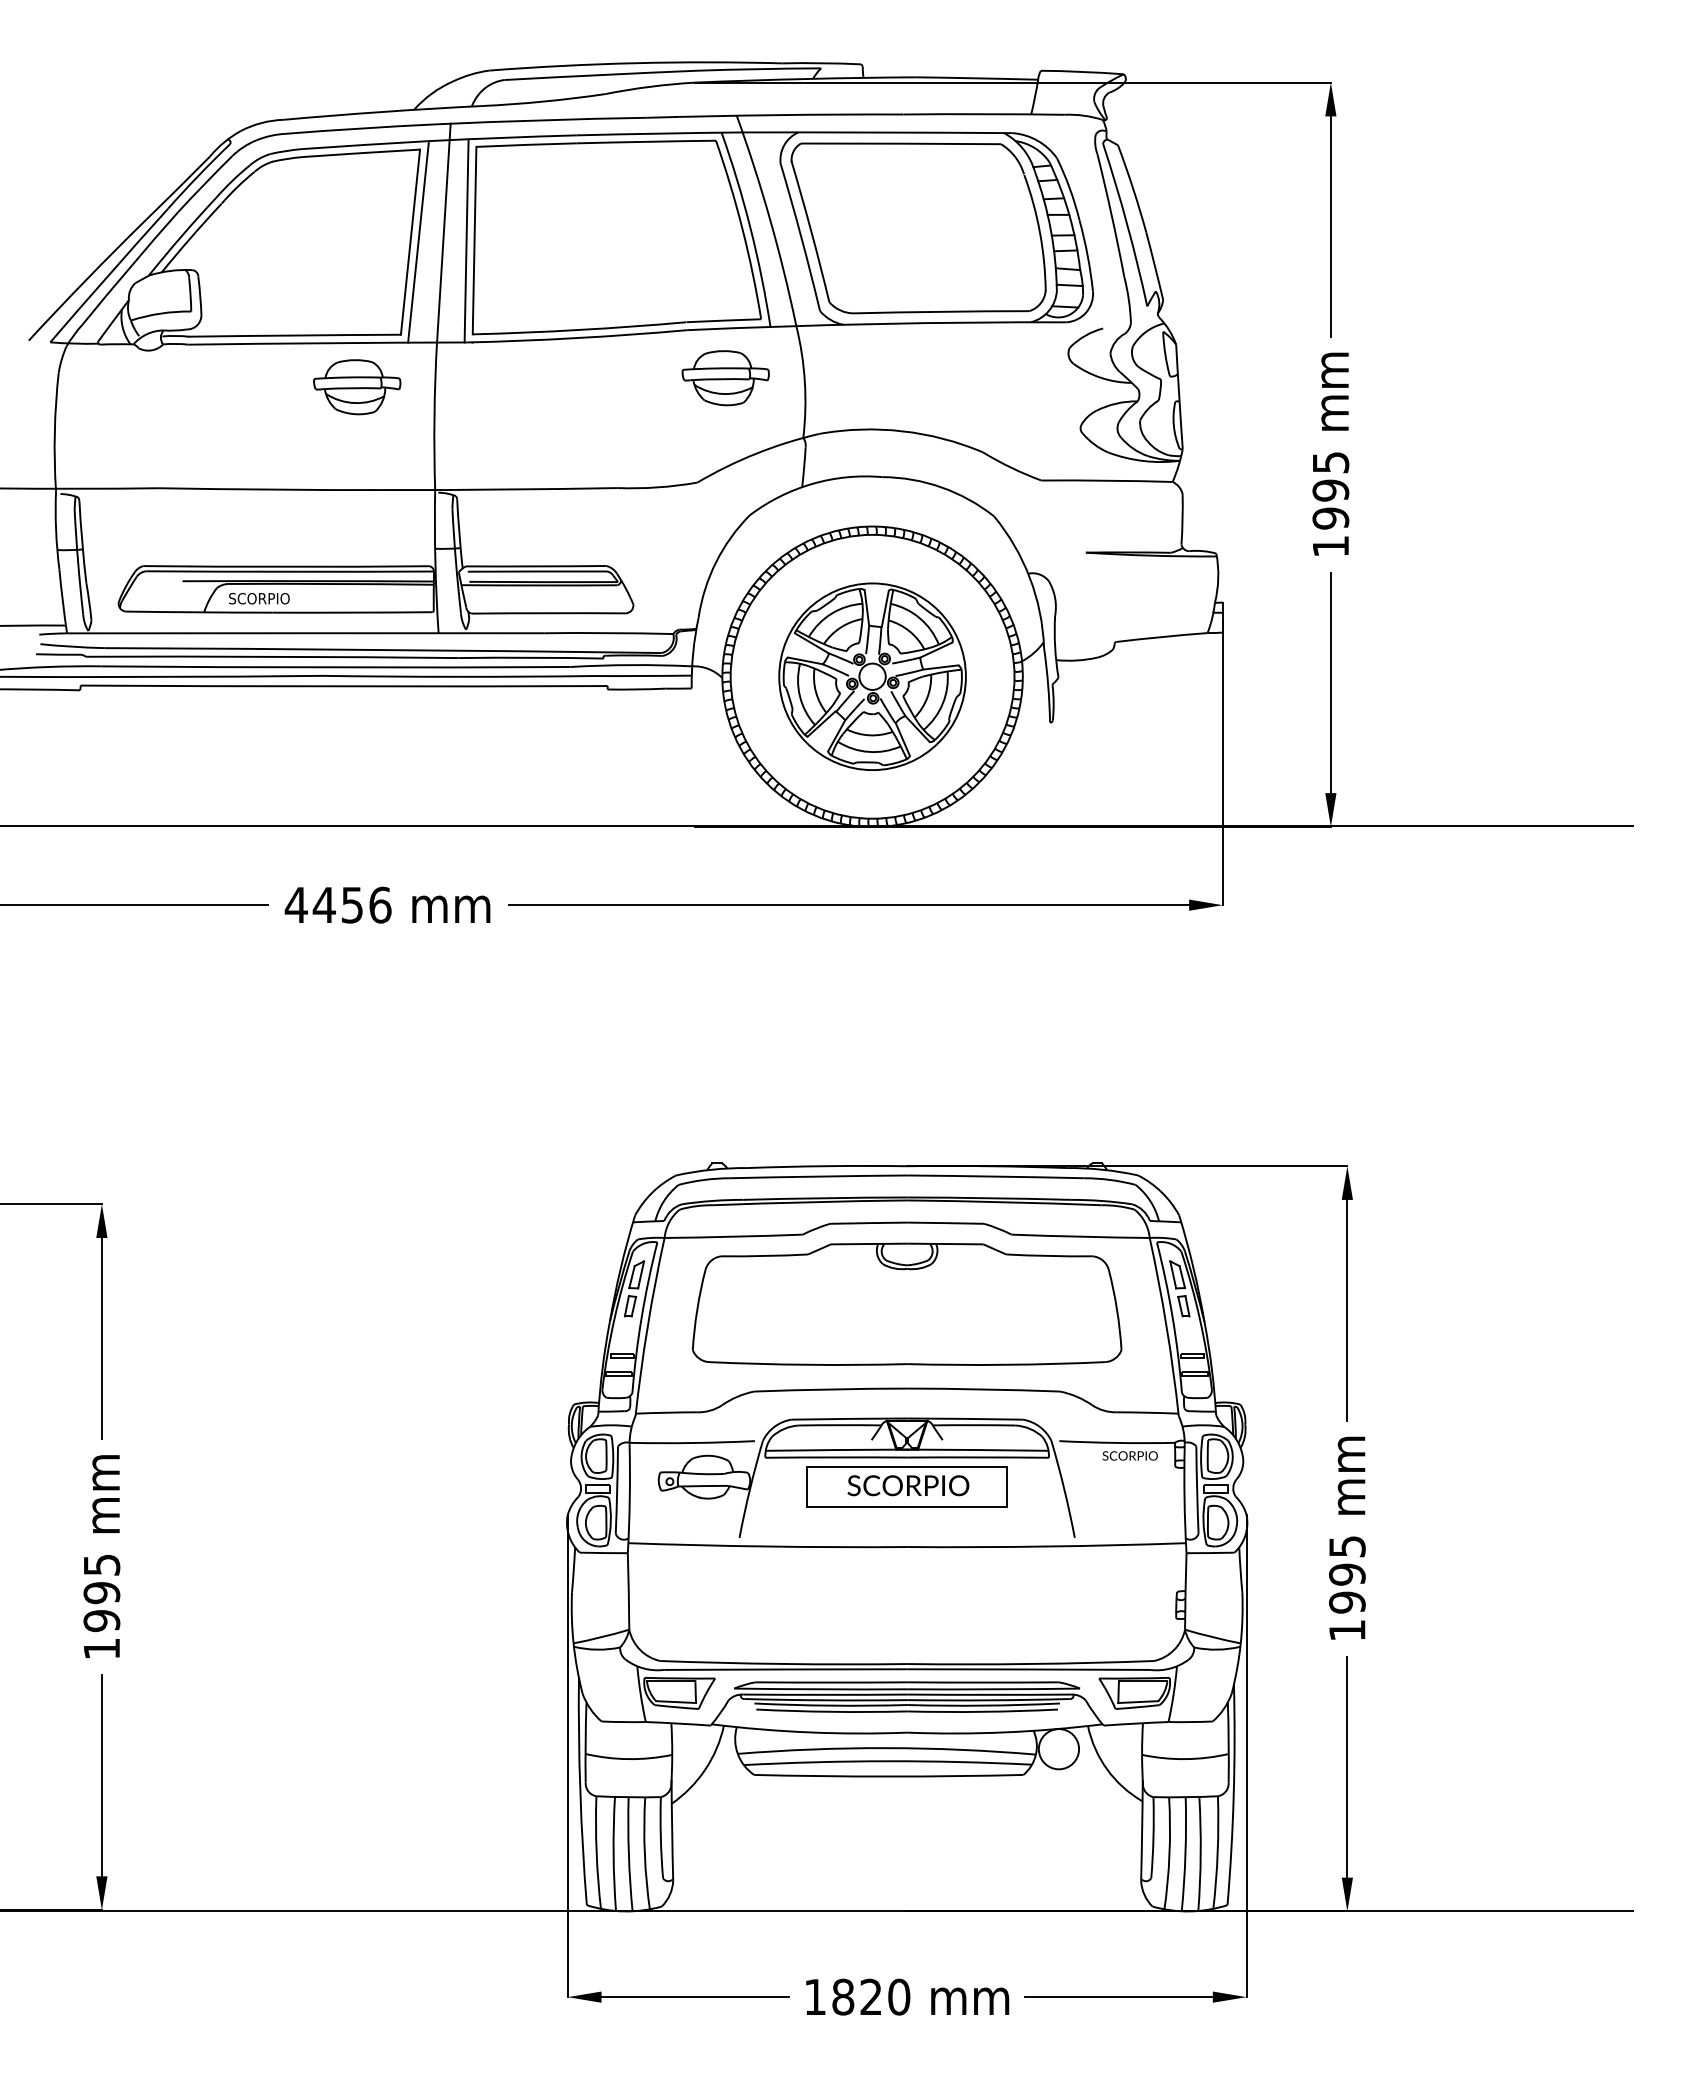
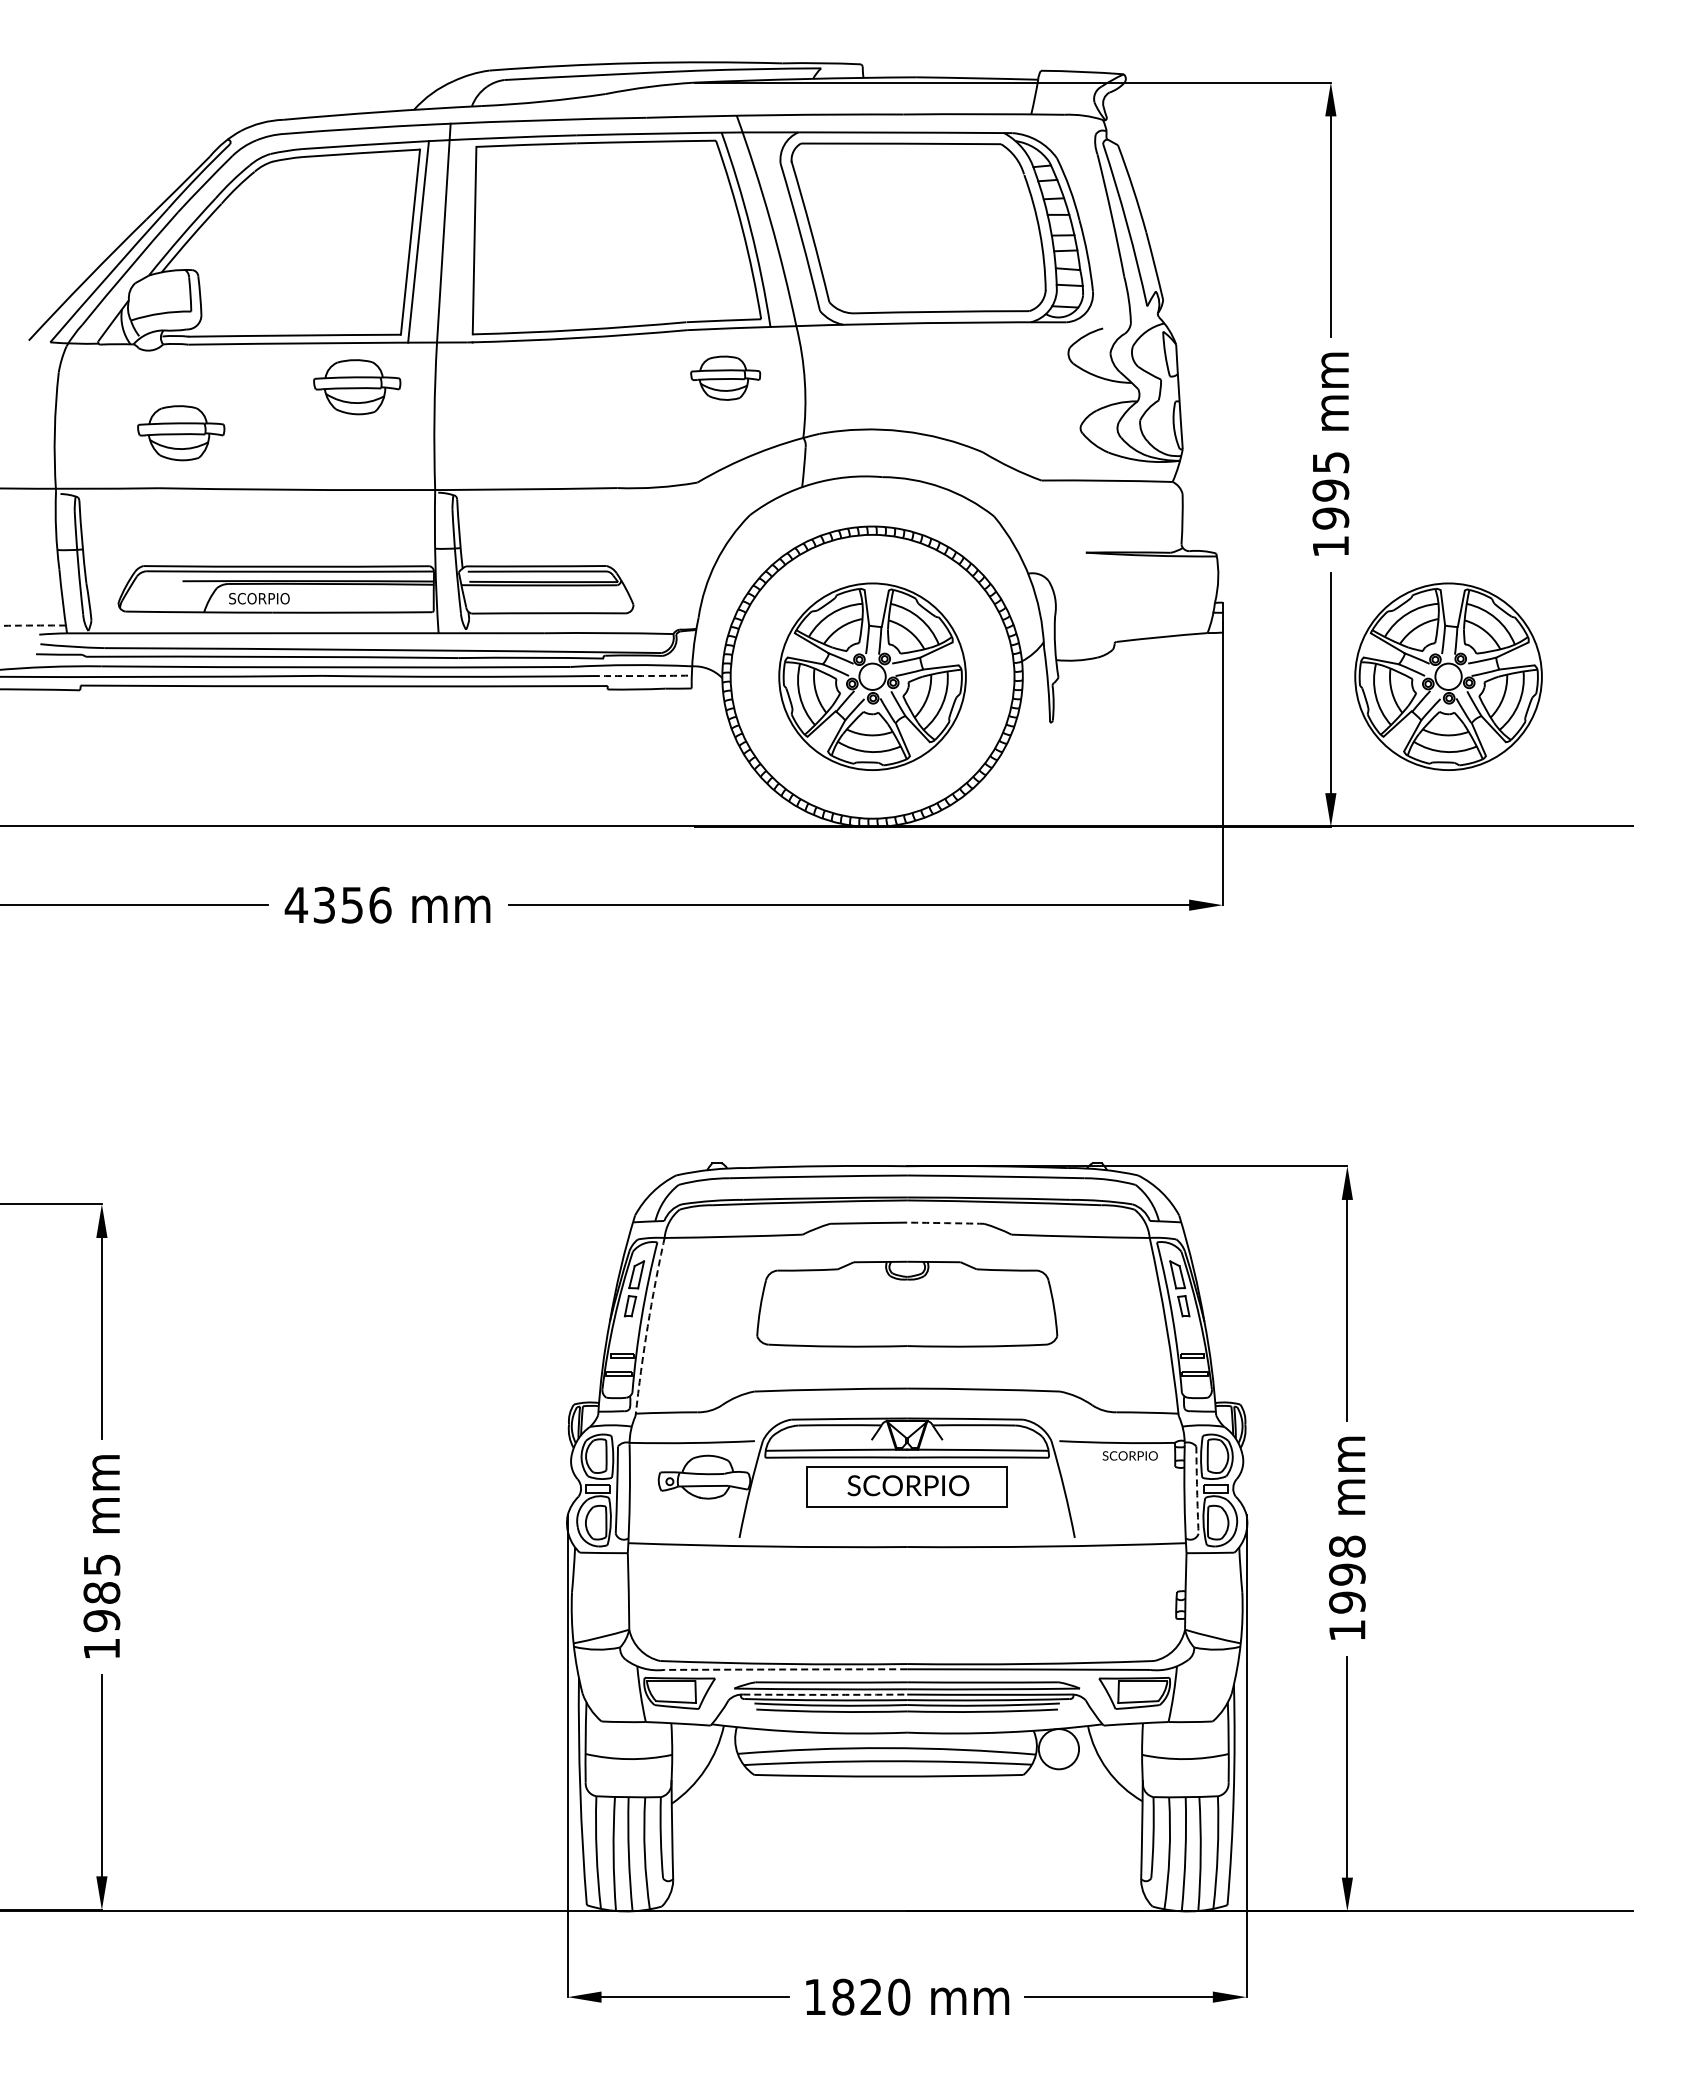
line at (466, 240): present -> none
part at (725, 378) size: 89x57 px -> 72x46 px
part at (181, 433): none -> present
arc at (32, 625): solid -> dashed
arc at (642, 676): solid -> dashed
part at (1448, 676): none -> present
text at (323, 904): 4456 -> 4356
arc at (945, 1223): solid -> dashed
part at (907, 1303) size: 431x124 px -> 303x88 px
arc at (647, 1326): solid -> dashed
arc at (1197, 1490): solid -> dashed
text at (1347, 1546): 1995 -> 1998
text at (101, 1593): 1995 -> 1985
arc at (785, 1669): solid -> dashed
arc at (825, 1694): solid -> dashed
